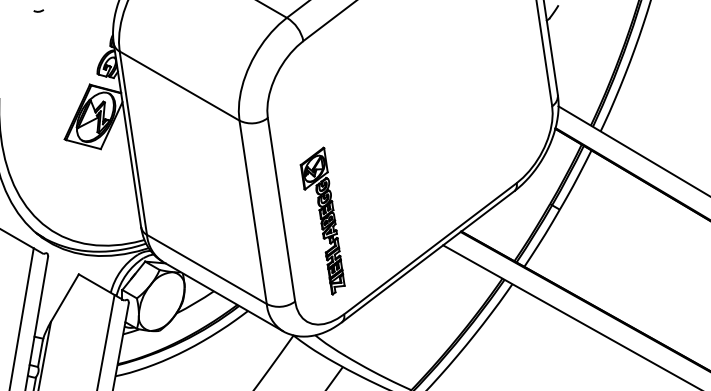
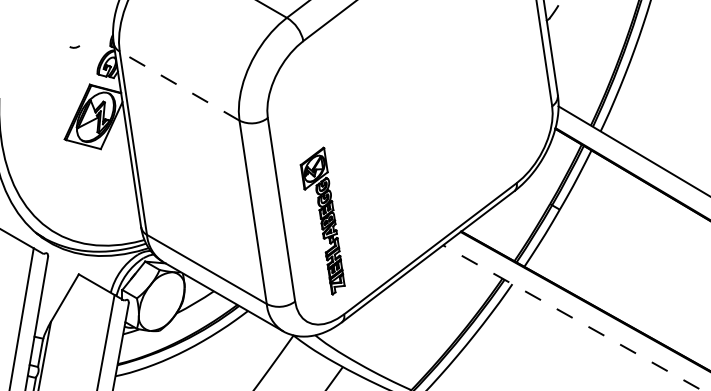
curve at (38, 10) position: (38, 10) -> (74, 46)
line at (179, 85): solid -> dashed
line at (572, 317): solid -> dashed
